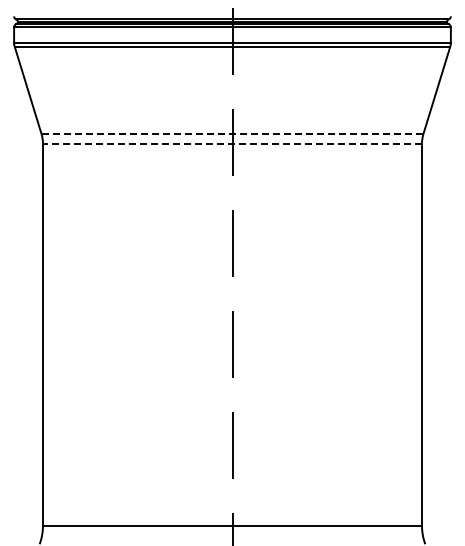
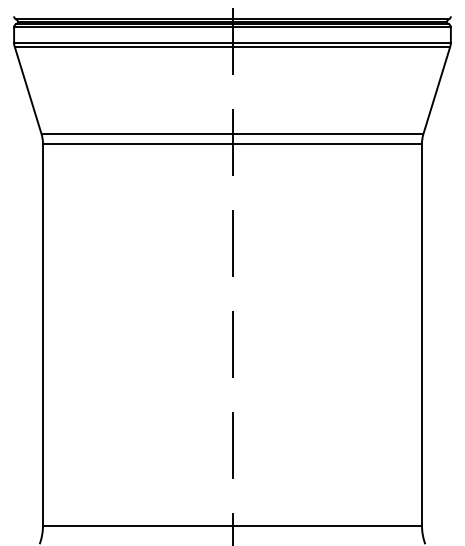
line at (232, 133): dashed -> solid
line at (231, 143): dashed -> solid
